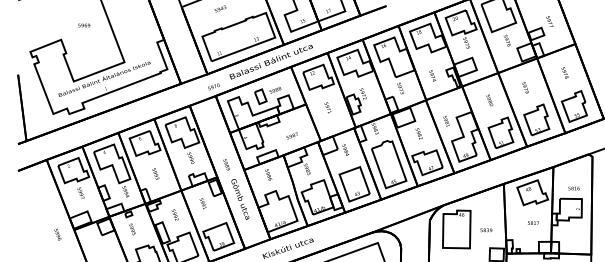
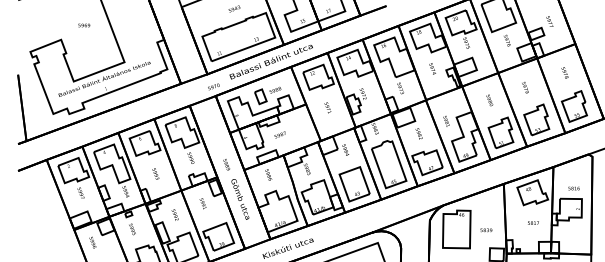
text at (220, 8) position: (220, 8) -> (234, 8)
text at (432, 75) position: (432, 75) -> (432, 68)
text at (291, 135) position: (291, 135) -> (279, 134)
text at (57, 234) position: (57, 234) -> (92, 242)
